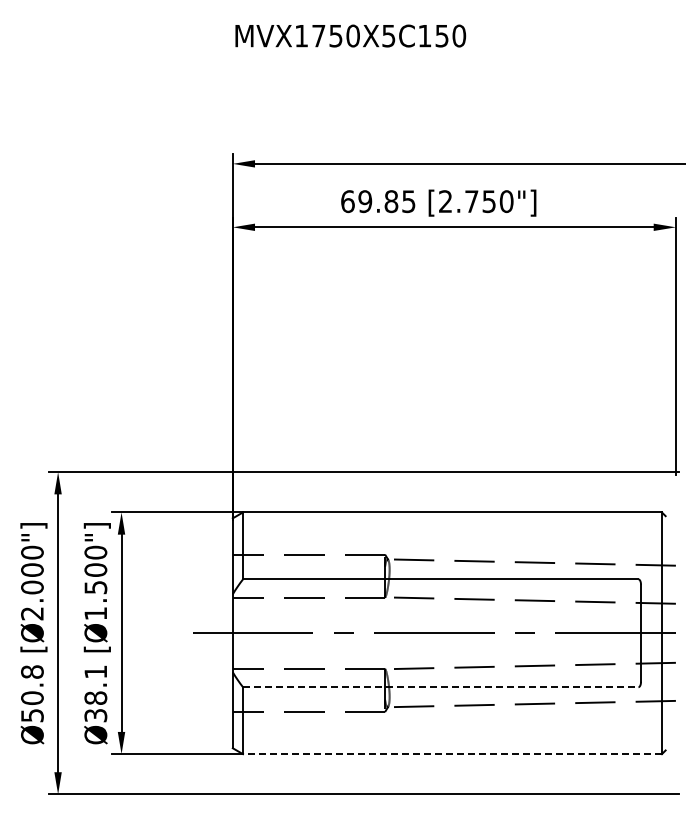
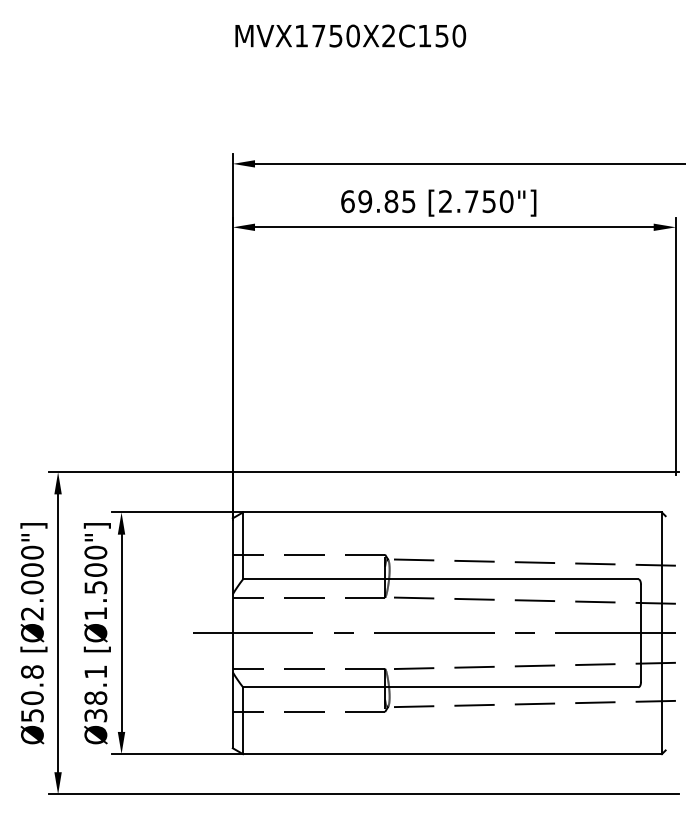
text at (388, 35): MVX1750X5C150 -> MVX1750X2C150
line at (440, 687): dashed -> solid
line at (451, 754): dashed -> solid
